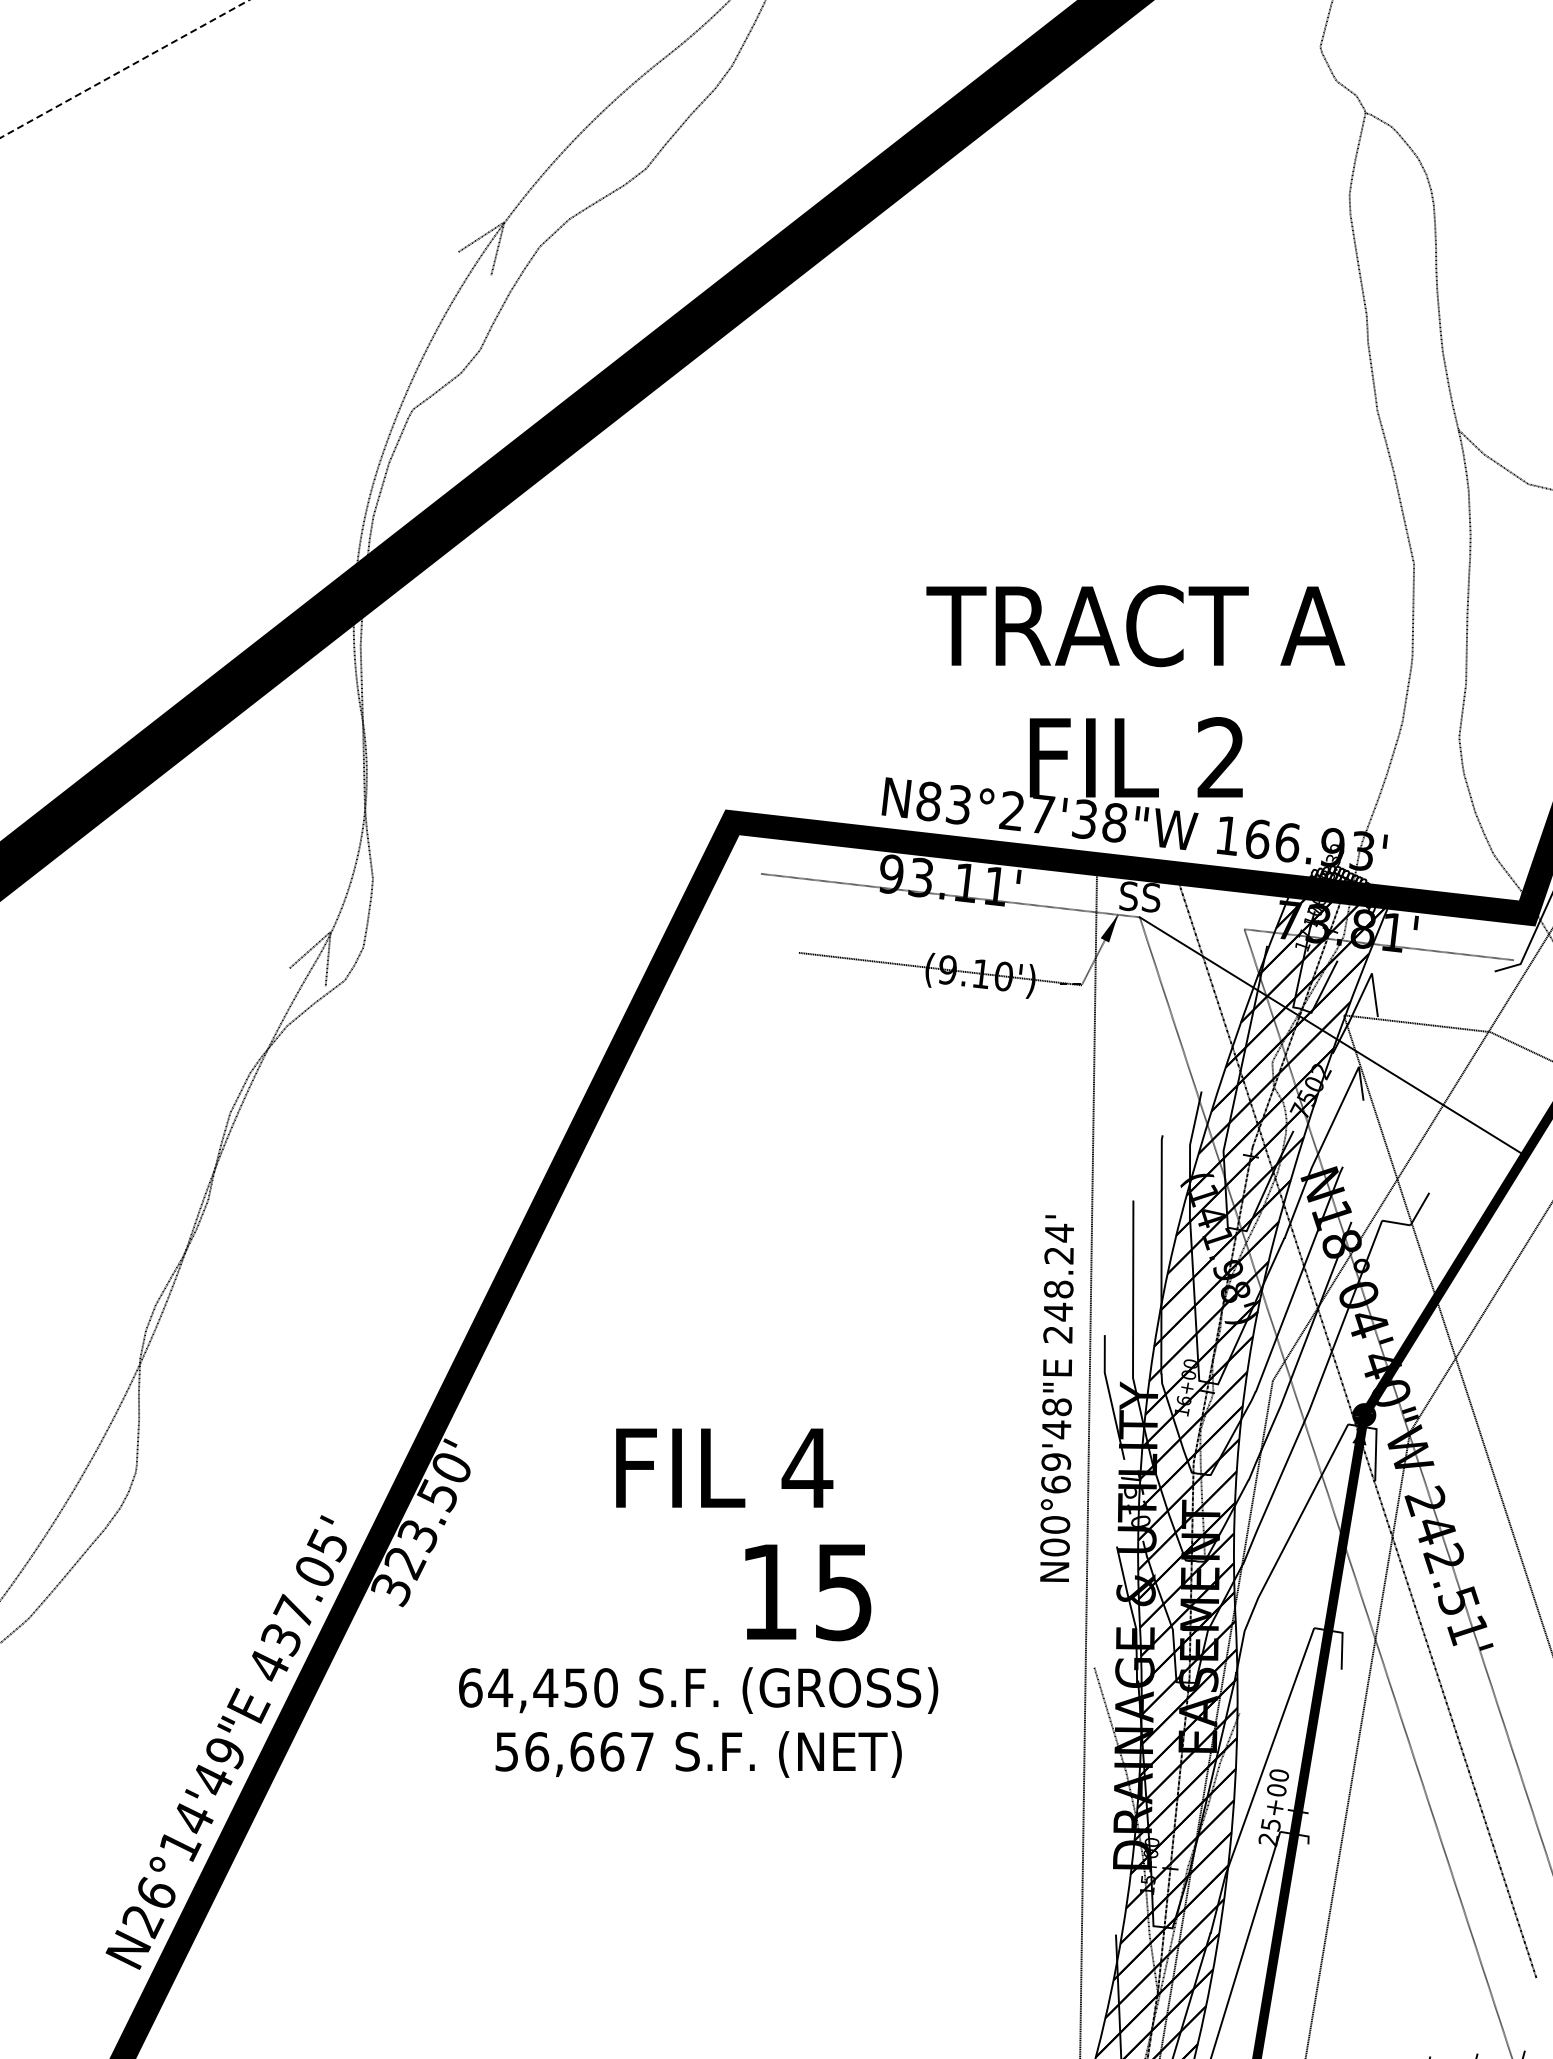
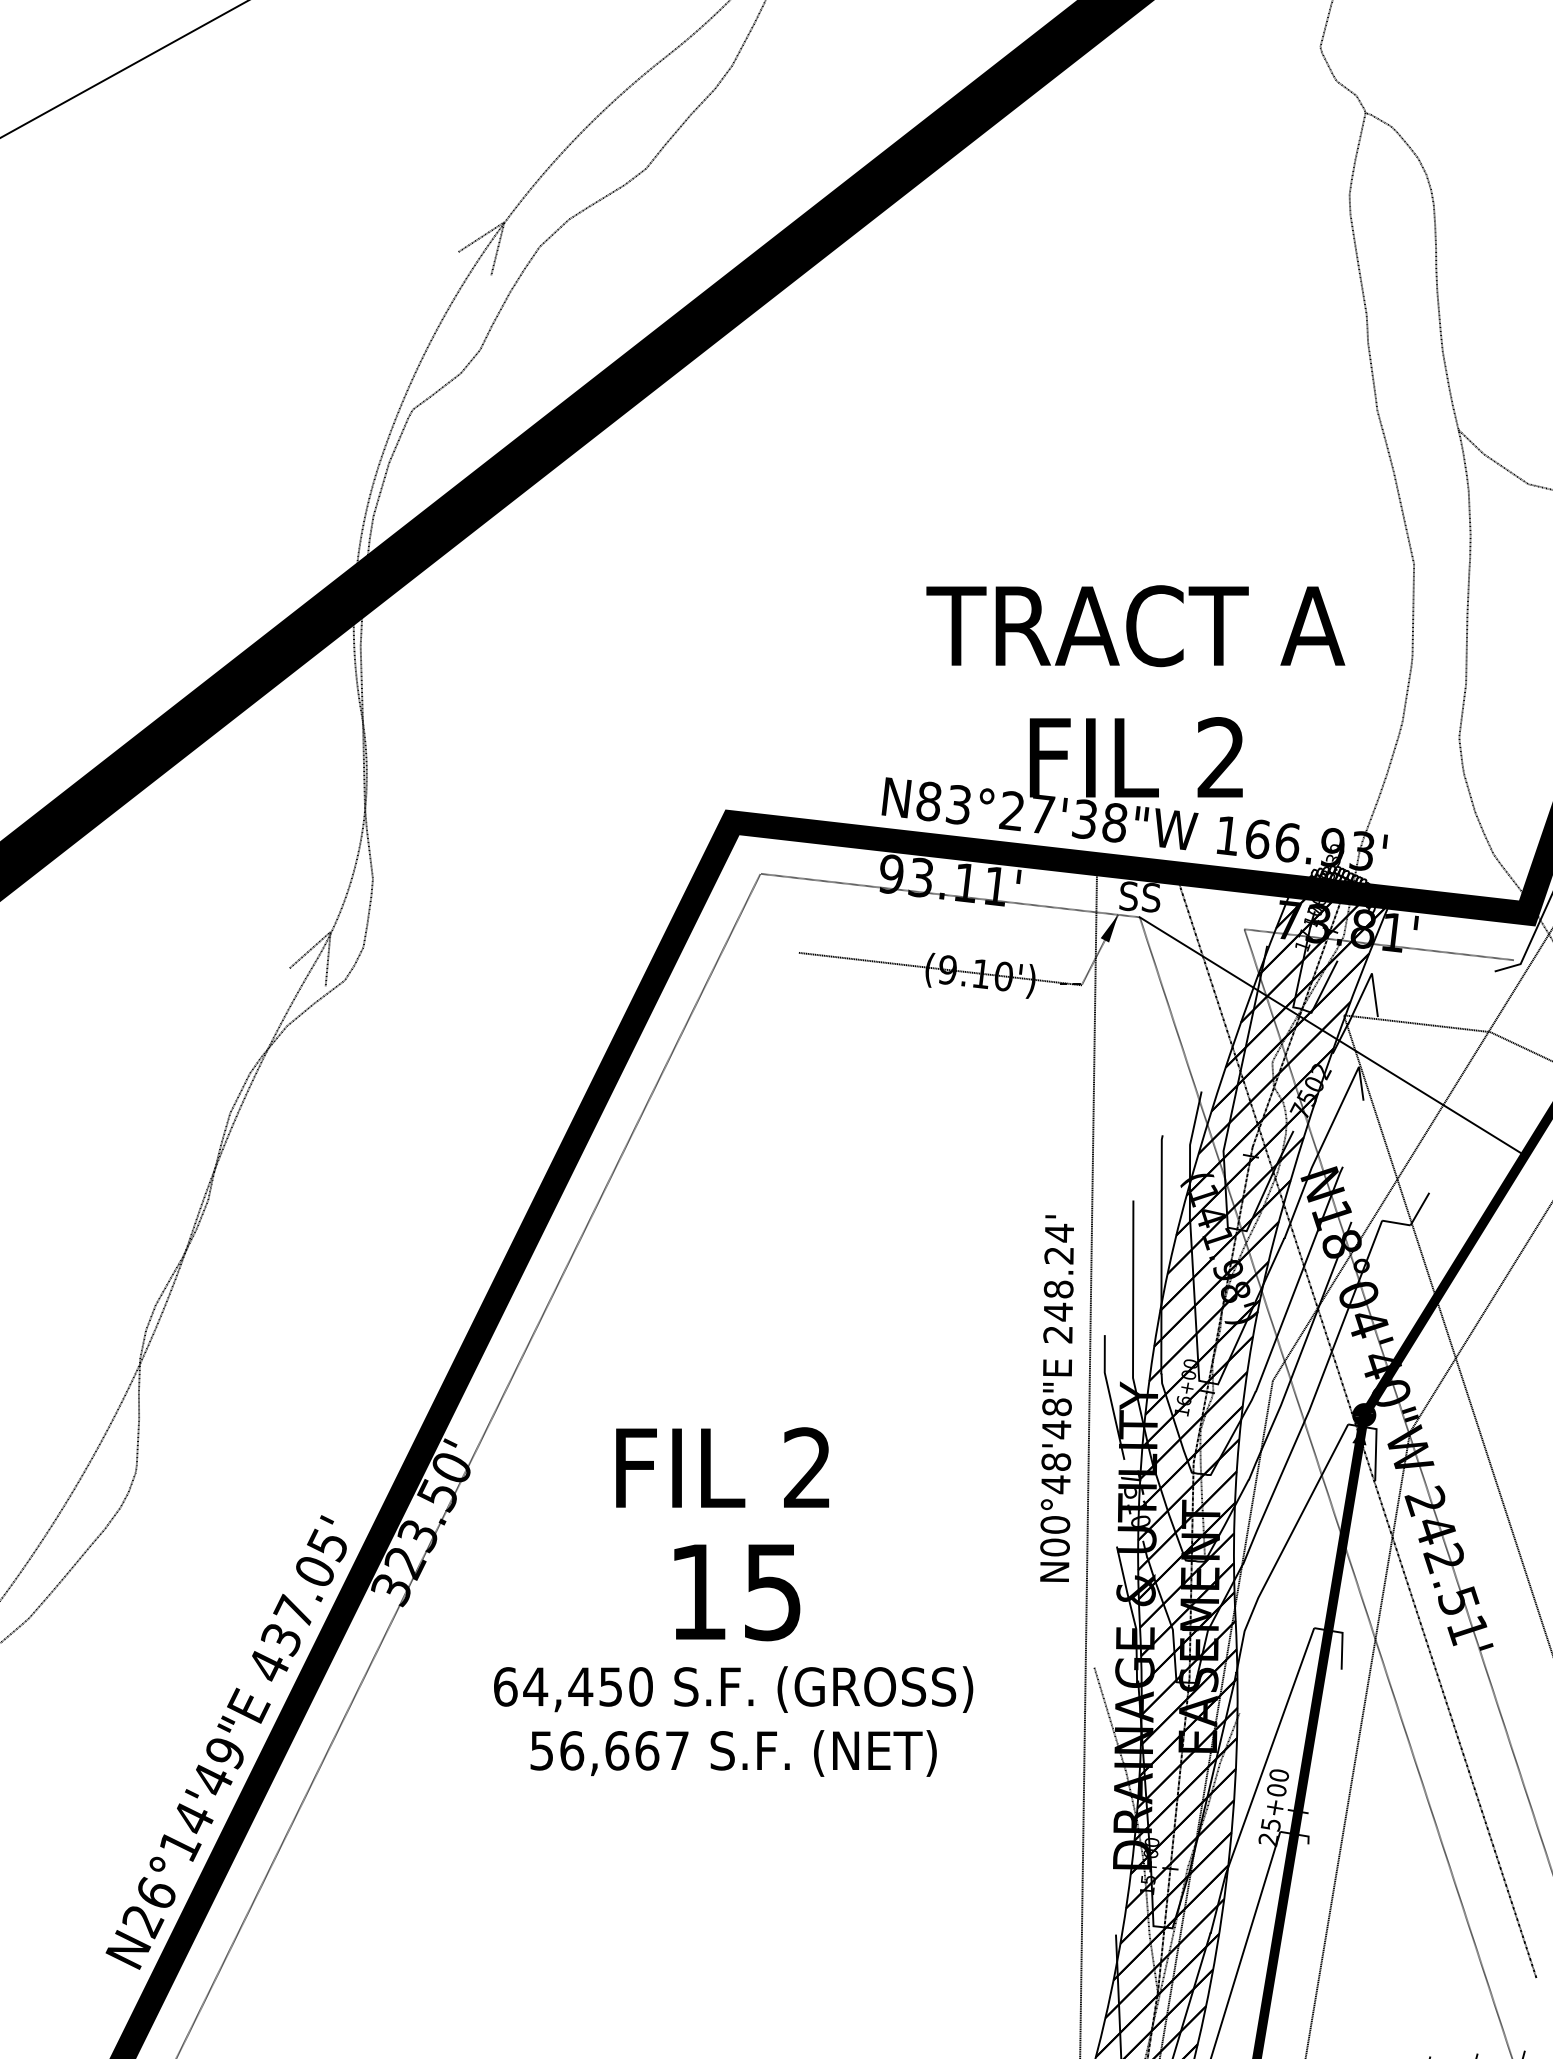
line at (124, 69): dashed -> solid
line at (468, 1464): none -> present
text at (807, 1467): 4 -> 2
text at (1056, 1473): N00°69'48"E -> N00°48'48"E
text at (808, 1592) position: (808, 1592) -> (737, 1592)
text at (698, 1722) position: (698, 1722) -> (733, 1721)
